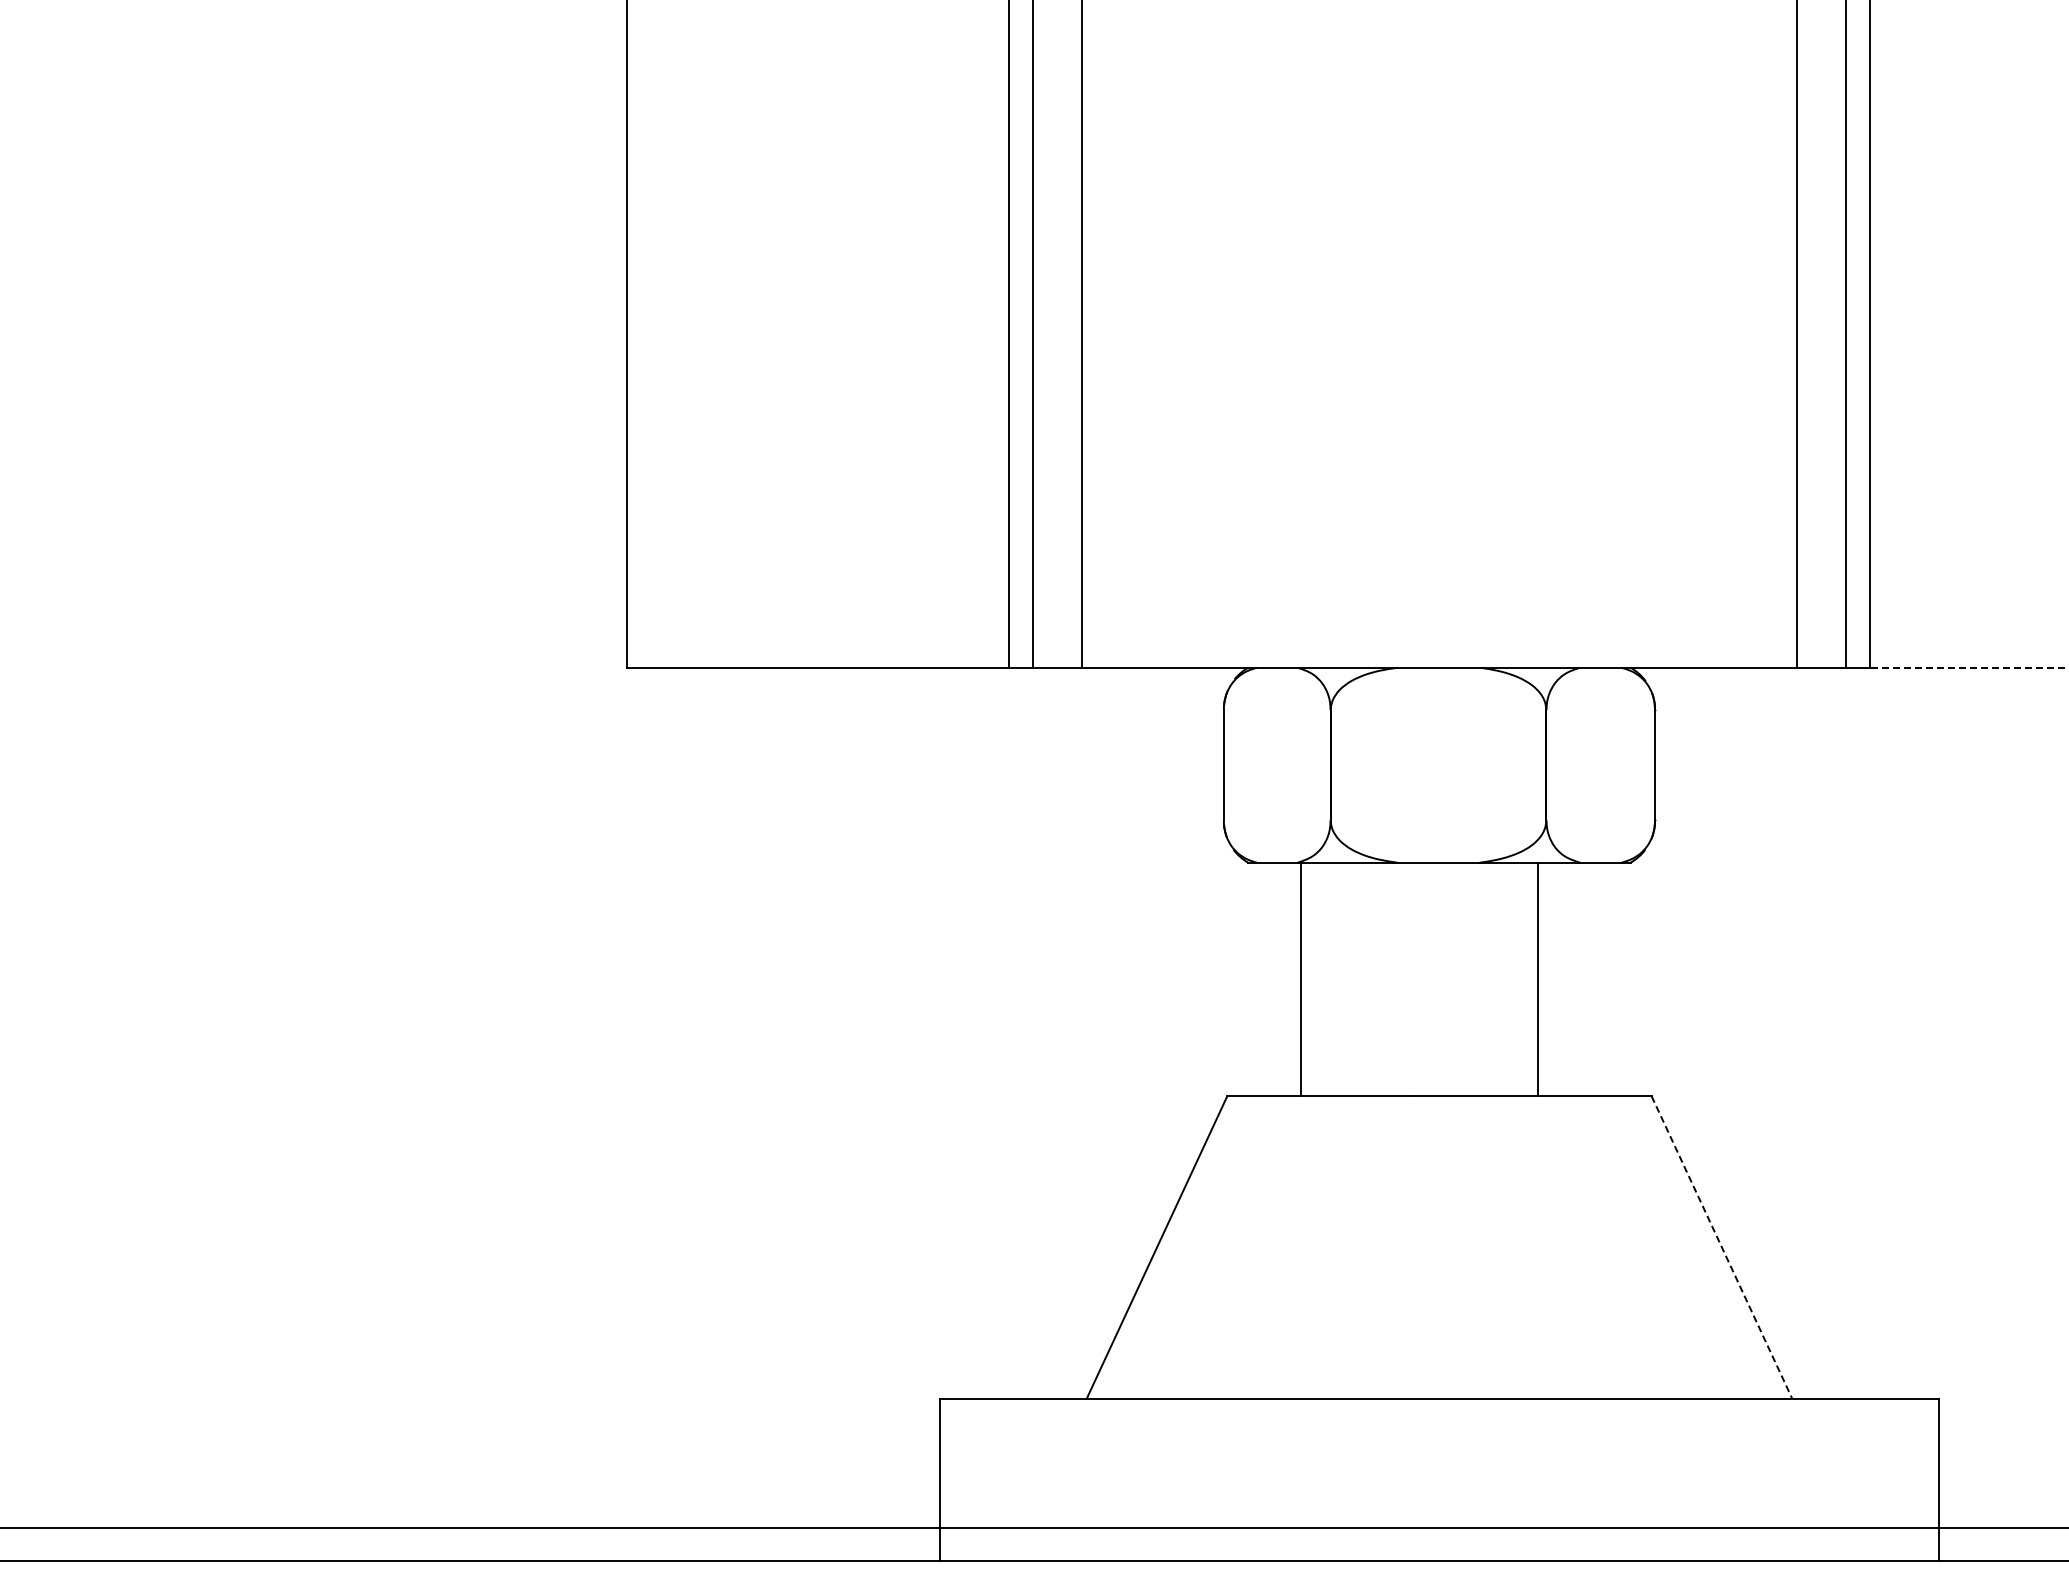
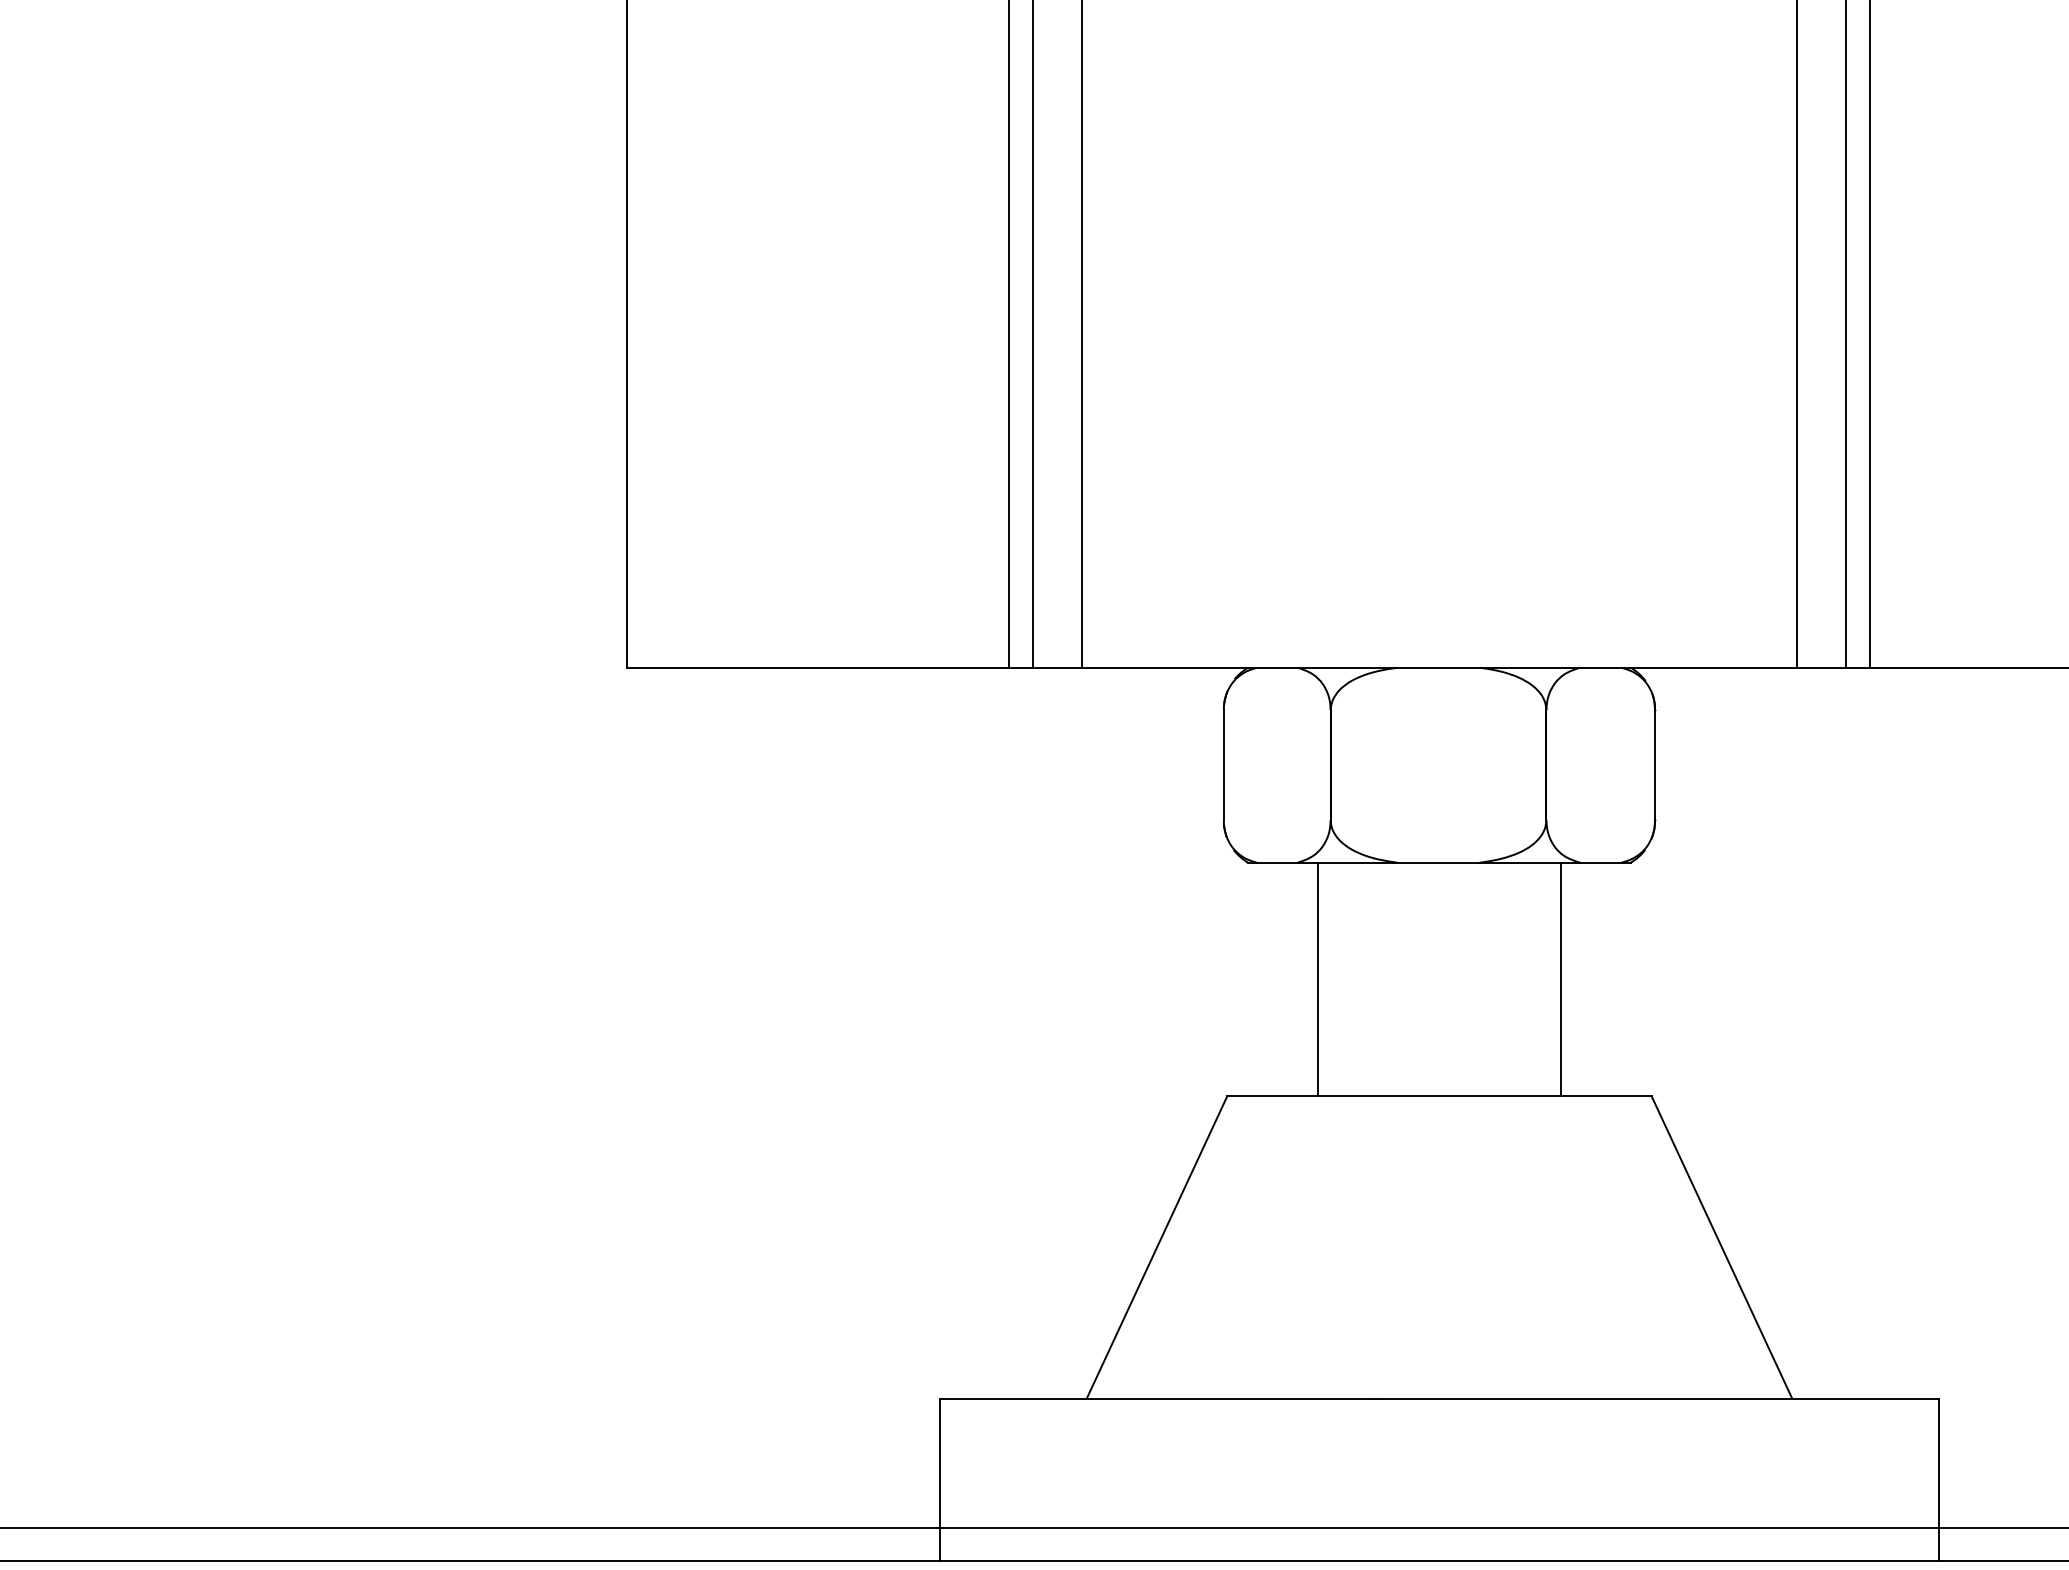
line at (1968, 667): dashed -> solid
line at (1300, 979) position: (1300, 979) -> (1317, 979)
line at (1538, 979) position: (1538, 979) -> (1561, 979)
line at (1721, 1247): dashed -> solid
